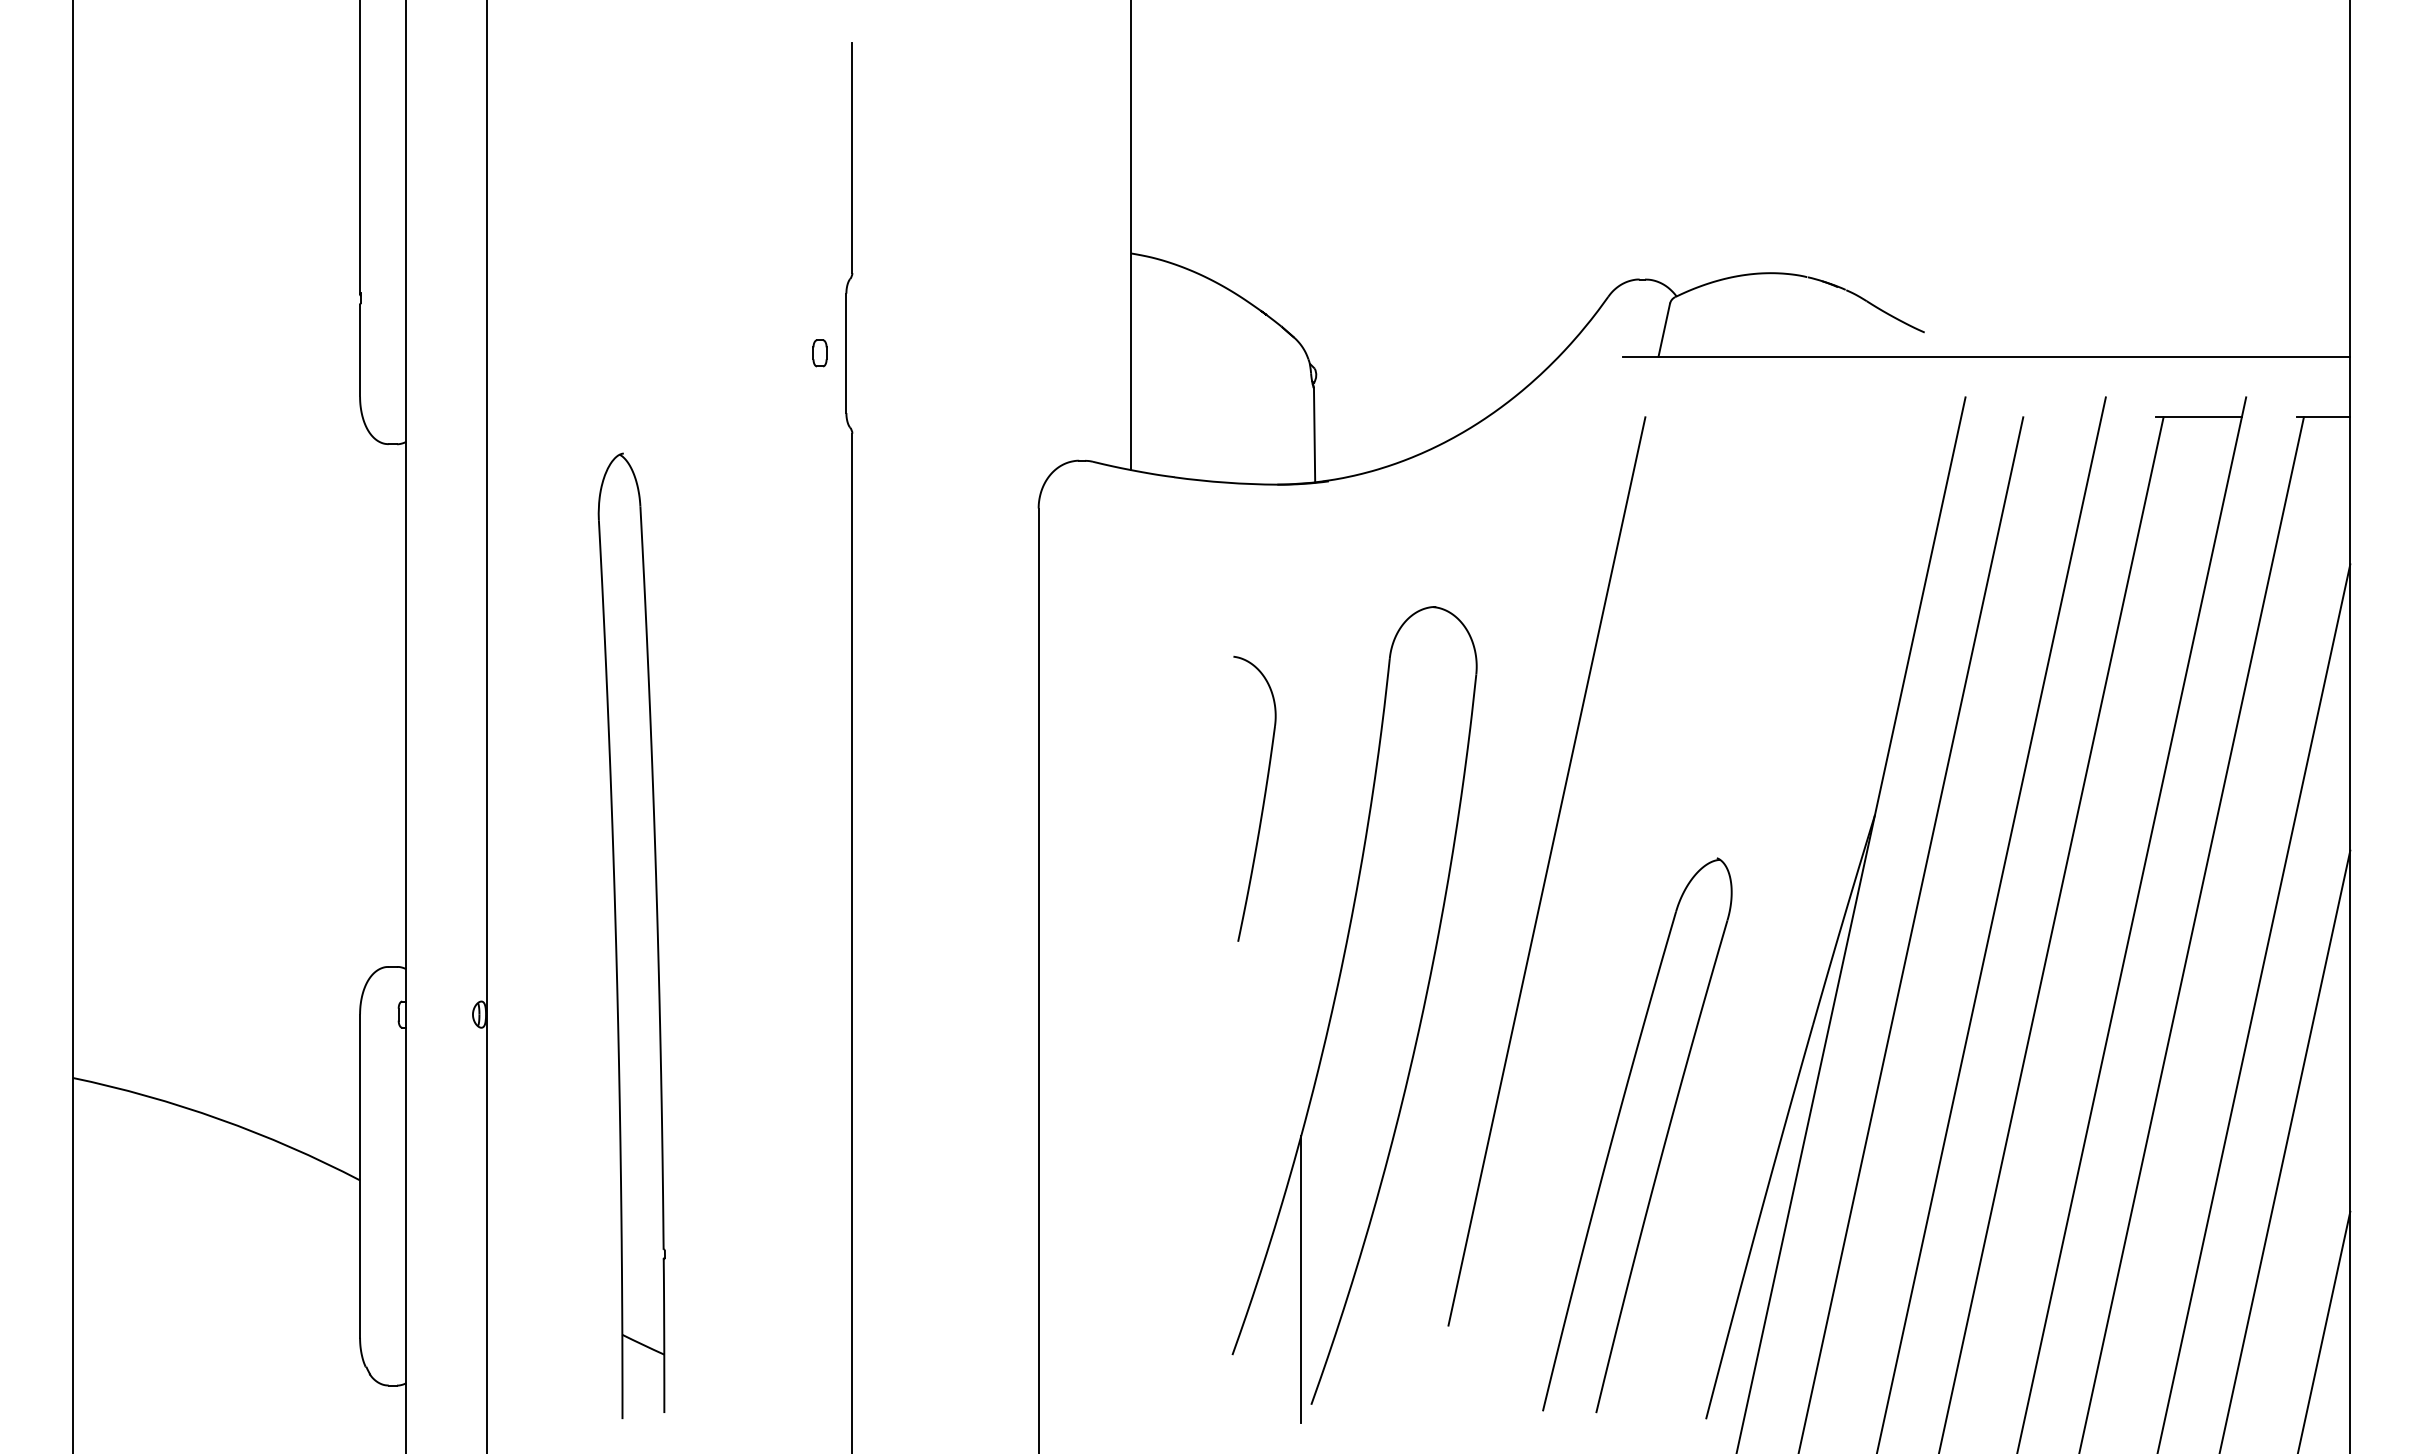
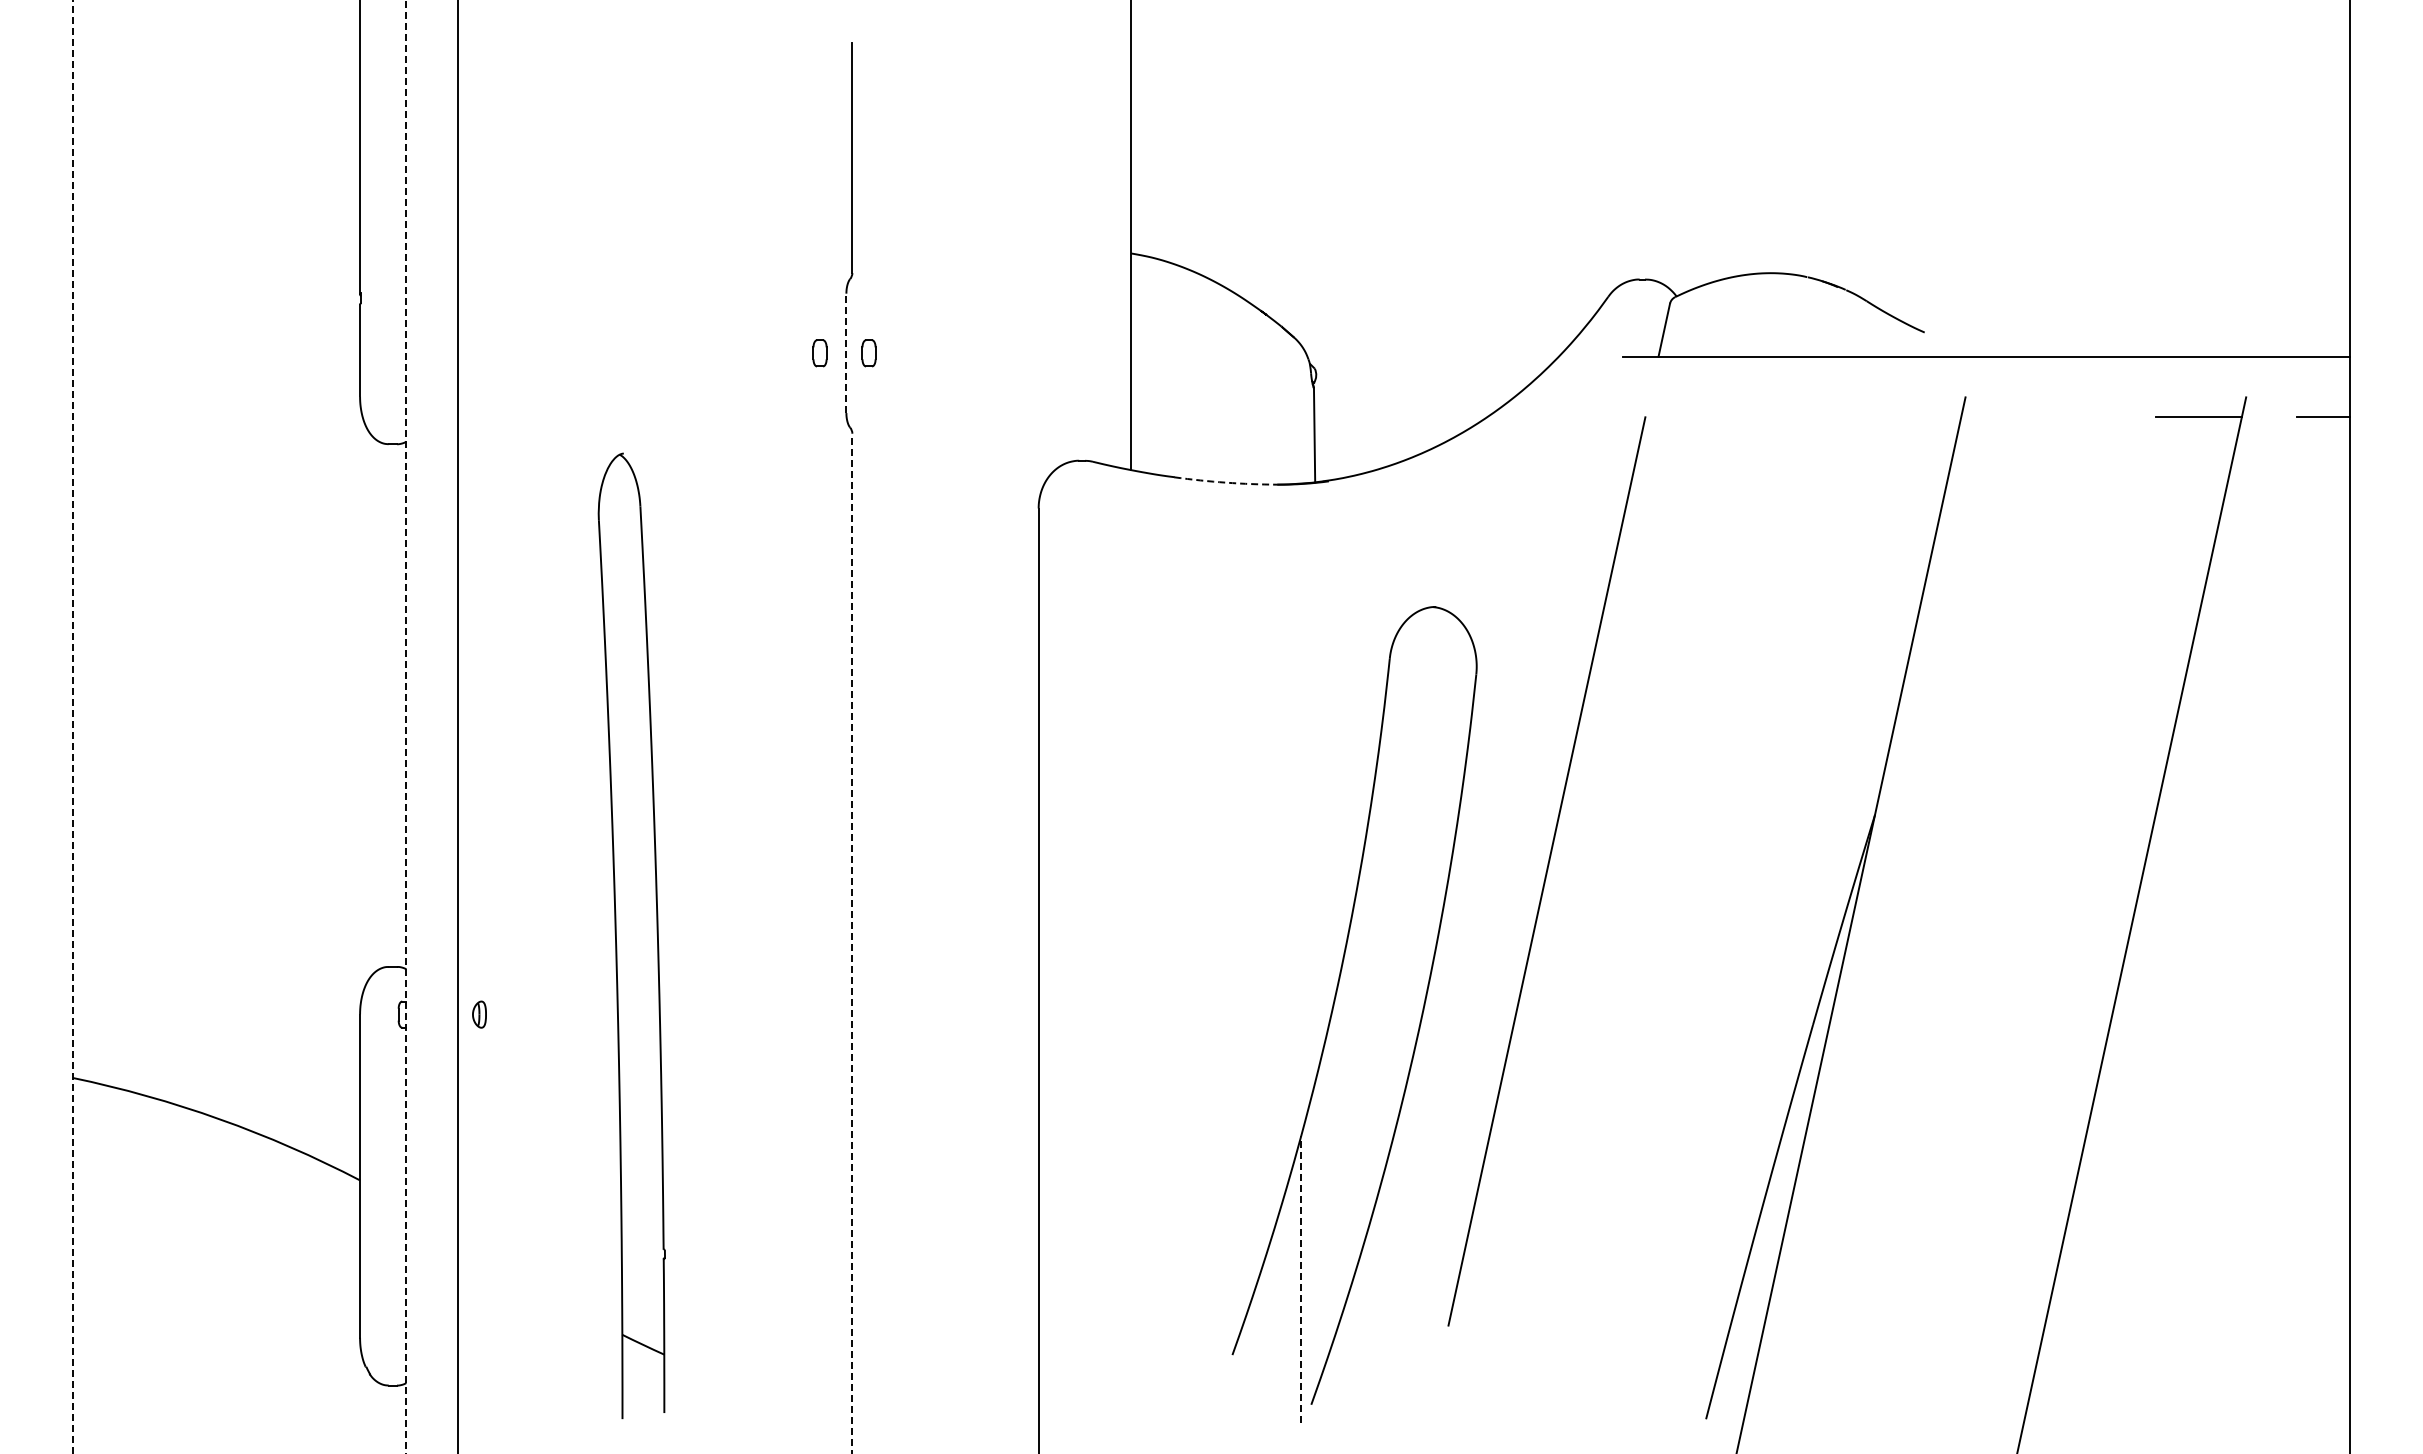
line at (846, 353): solid -> dashed
part at (868, 353): none -> present
arc at (1226, 482): solid -> dashed
line at (72, 726): solid -> dashed
line at (486, 726) position: (486, 726) -> (457, 726)
line at (406, 727): solid -> dashed
part at (1263, 798): present -> none
line at (1991, 923): present -> none
line at (1911, 933): present -> none
line at (2051, 933): present -> none
line at (2191, 933): present -> none
line at (852, 943): solid -> dashed
line at (2254, 1007): present -> none
part at (1616, 1128): present -> none
line at (2285, 1150): present -> none
line at (1301, 1279): solid -> dashed
line at (2324, 1330): present -> none
